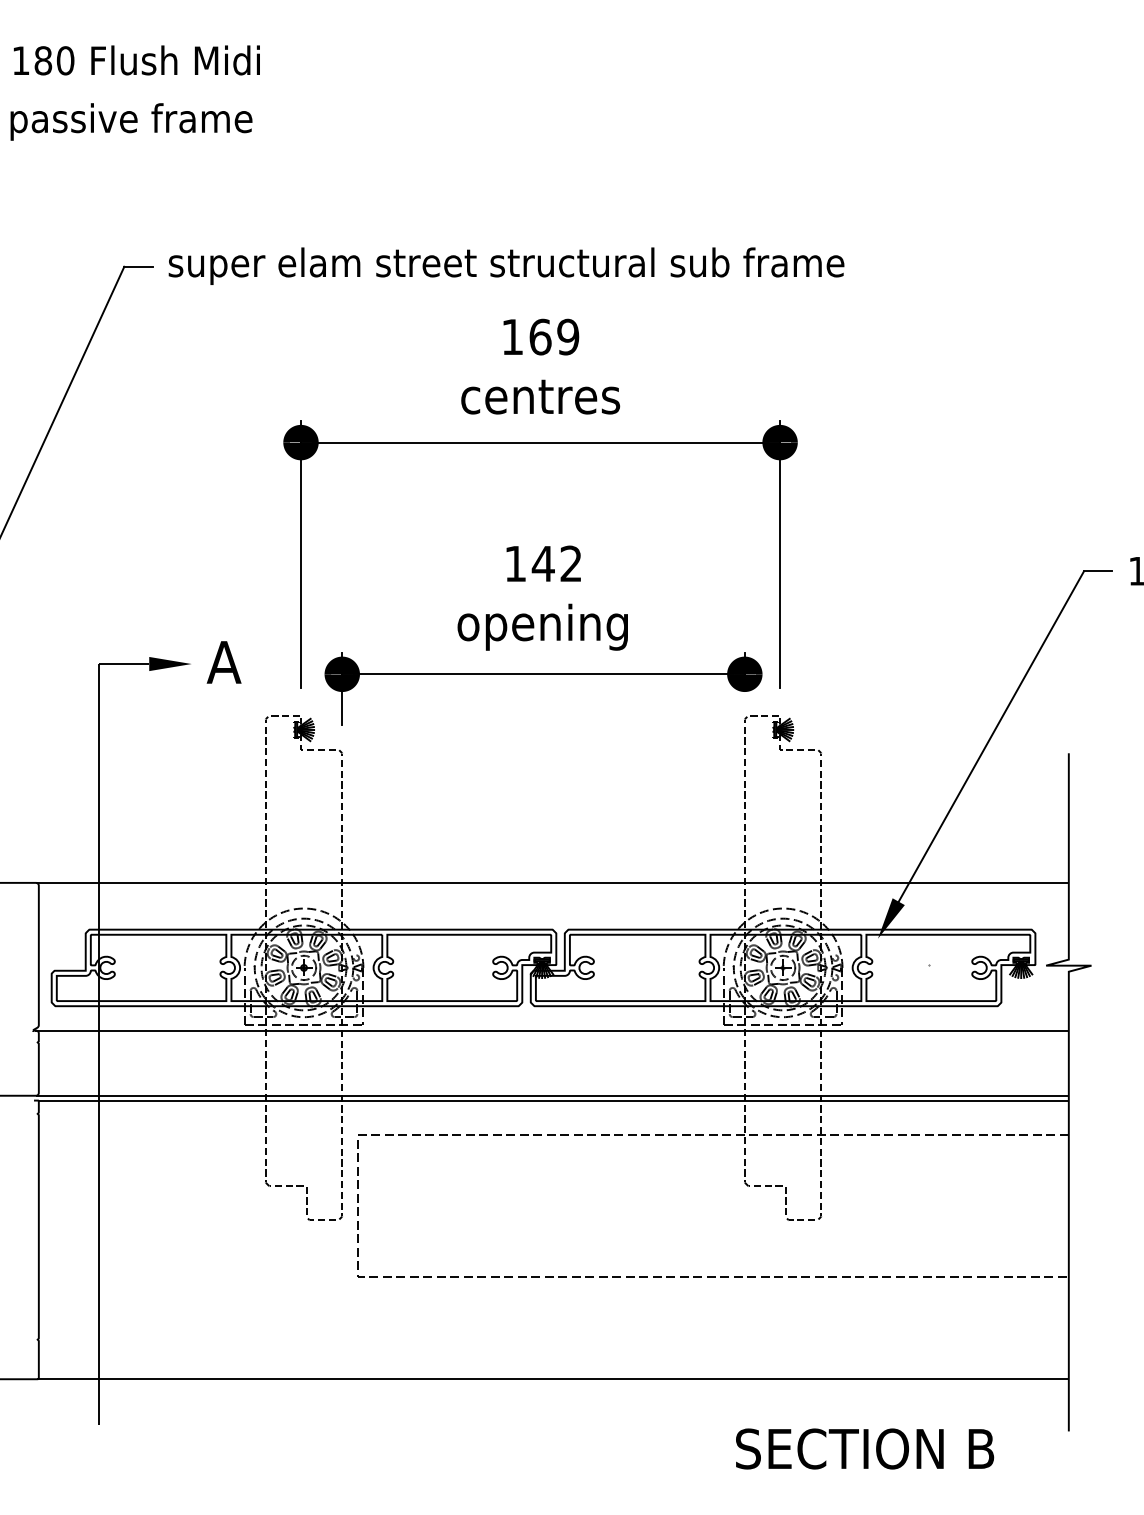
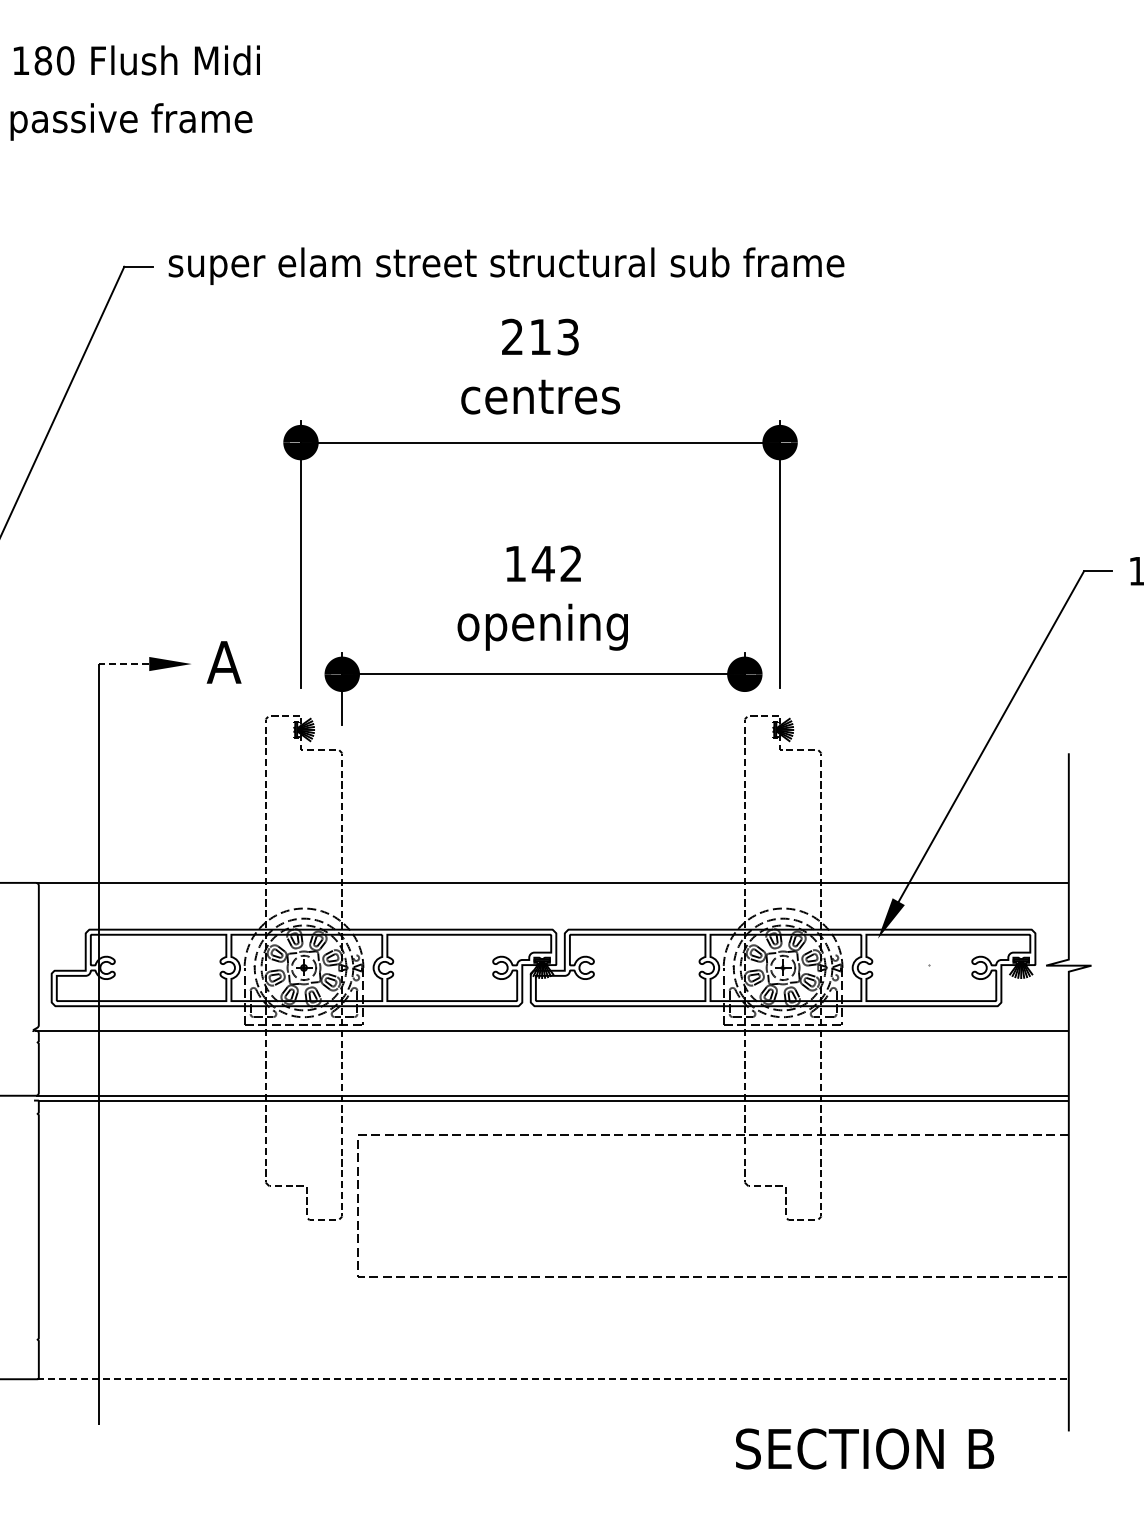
text at (540, 336): 169 -> 213
line at (123, 664): solid -> dashed
line at (553, 1379): solid -> dashed
